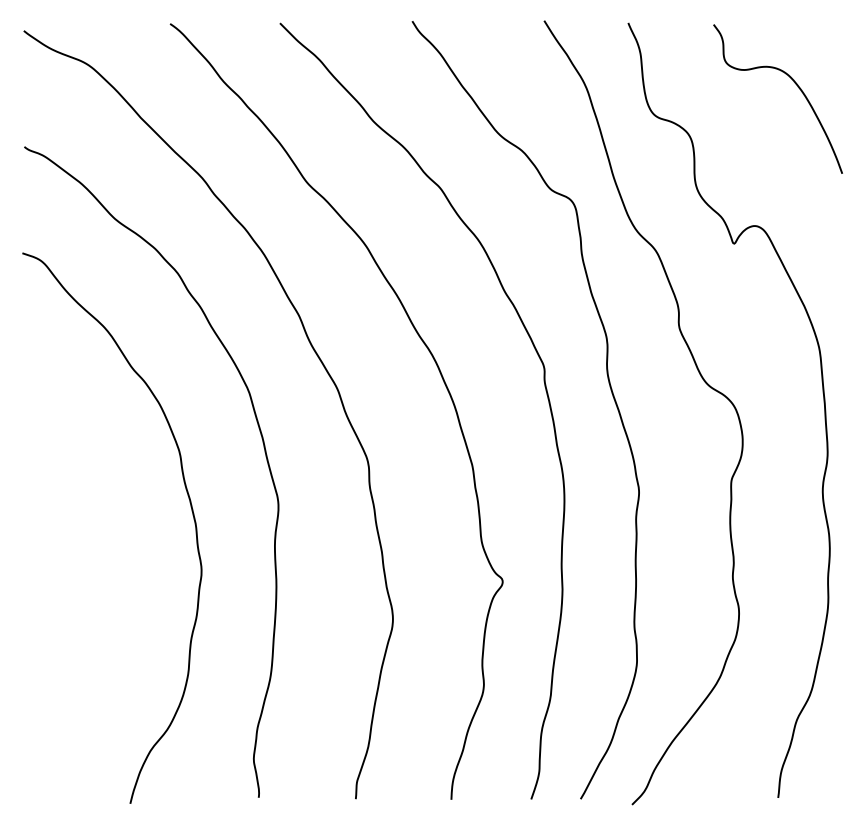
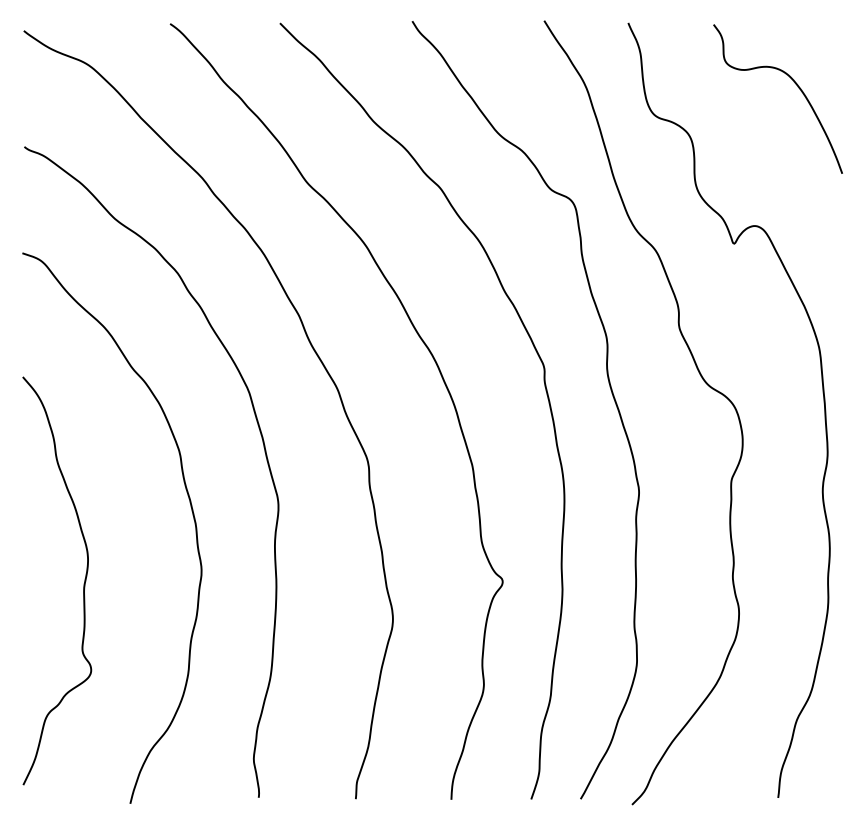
curve at (83, 583): none -> present
